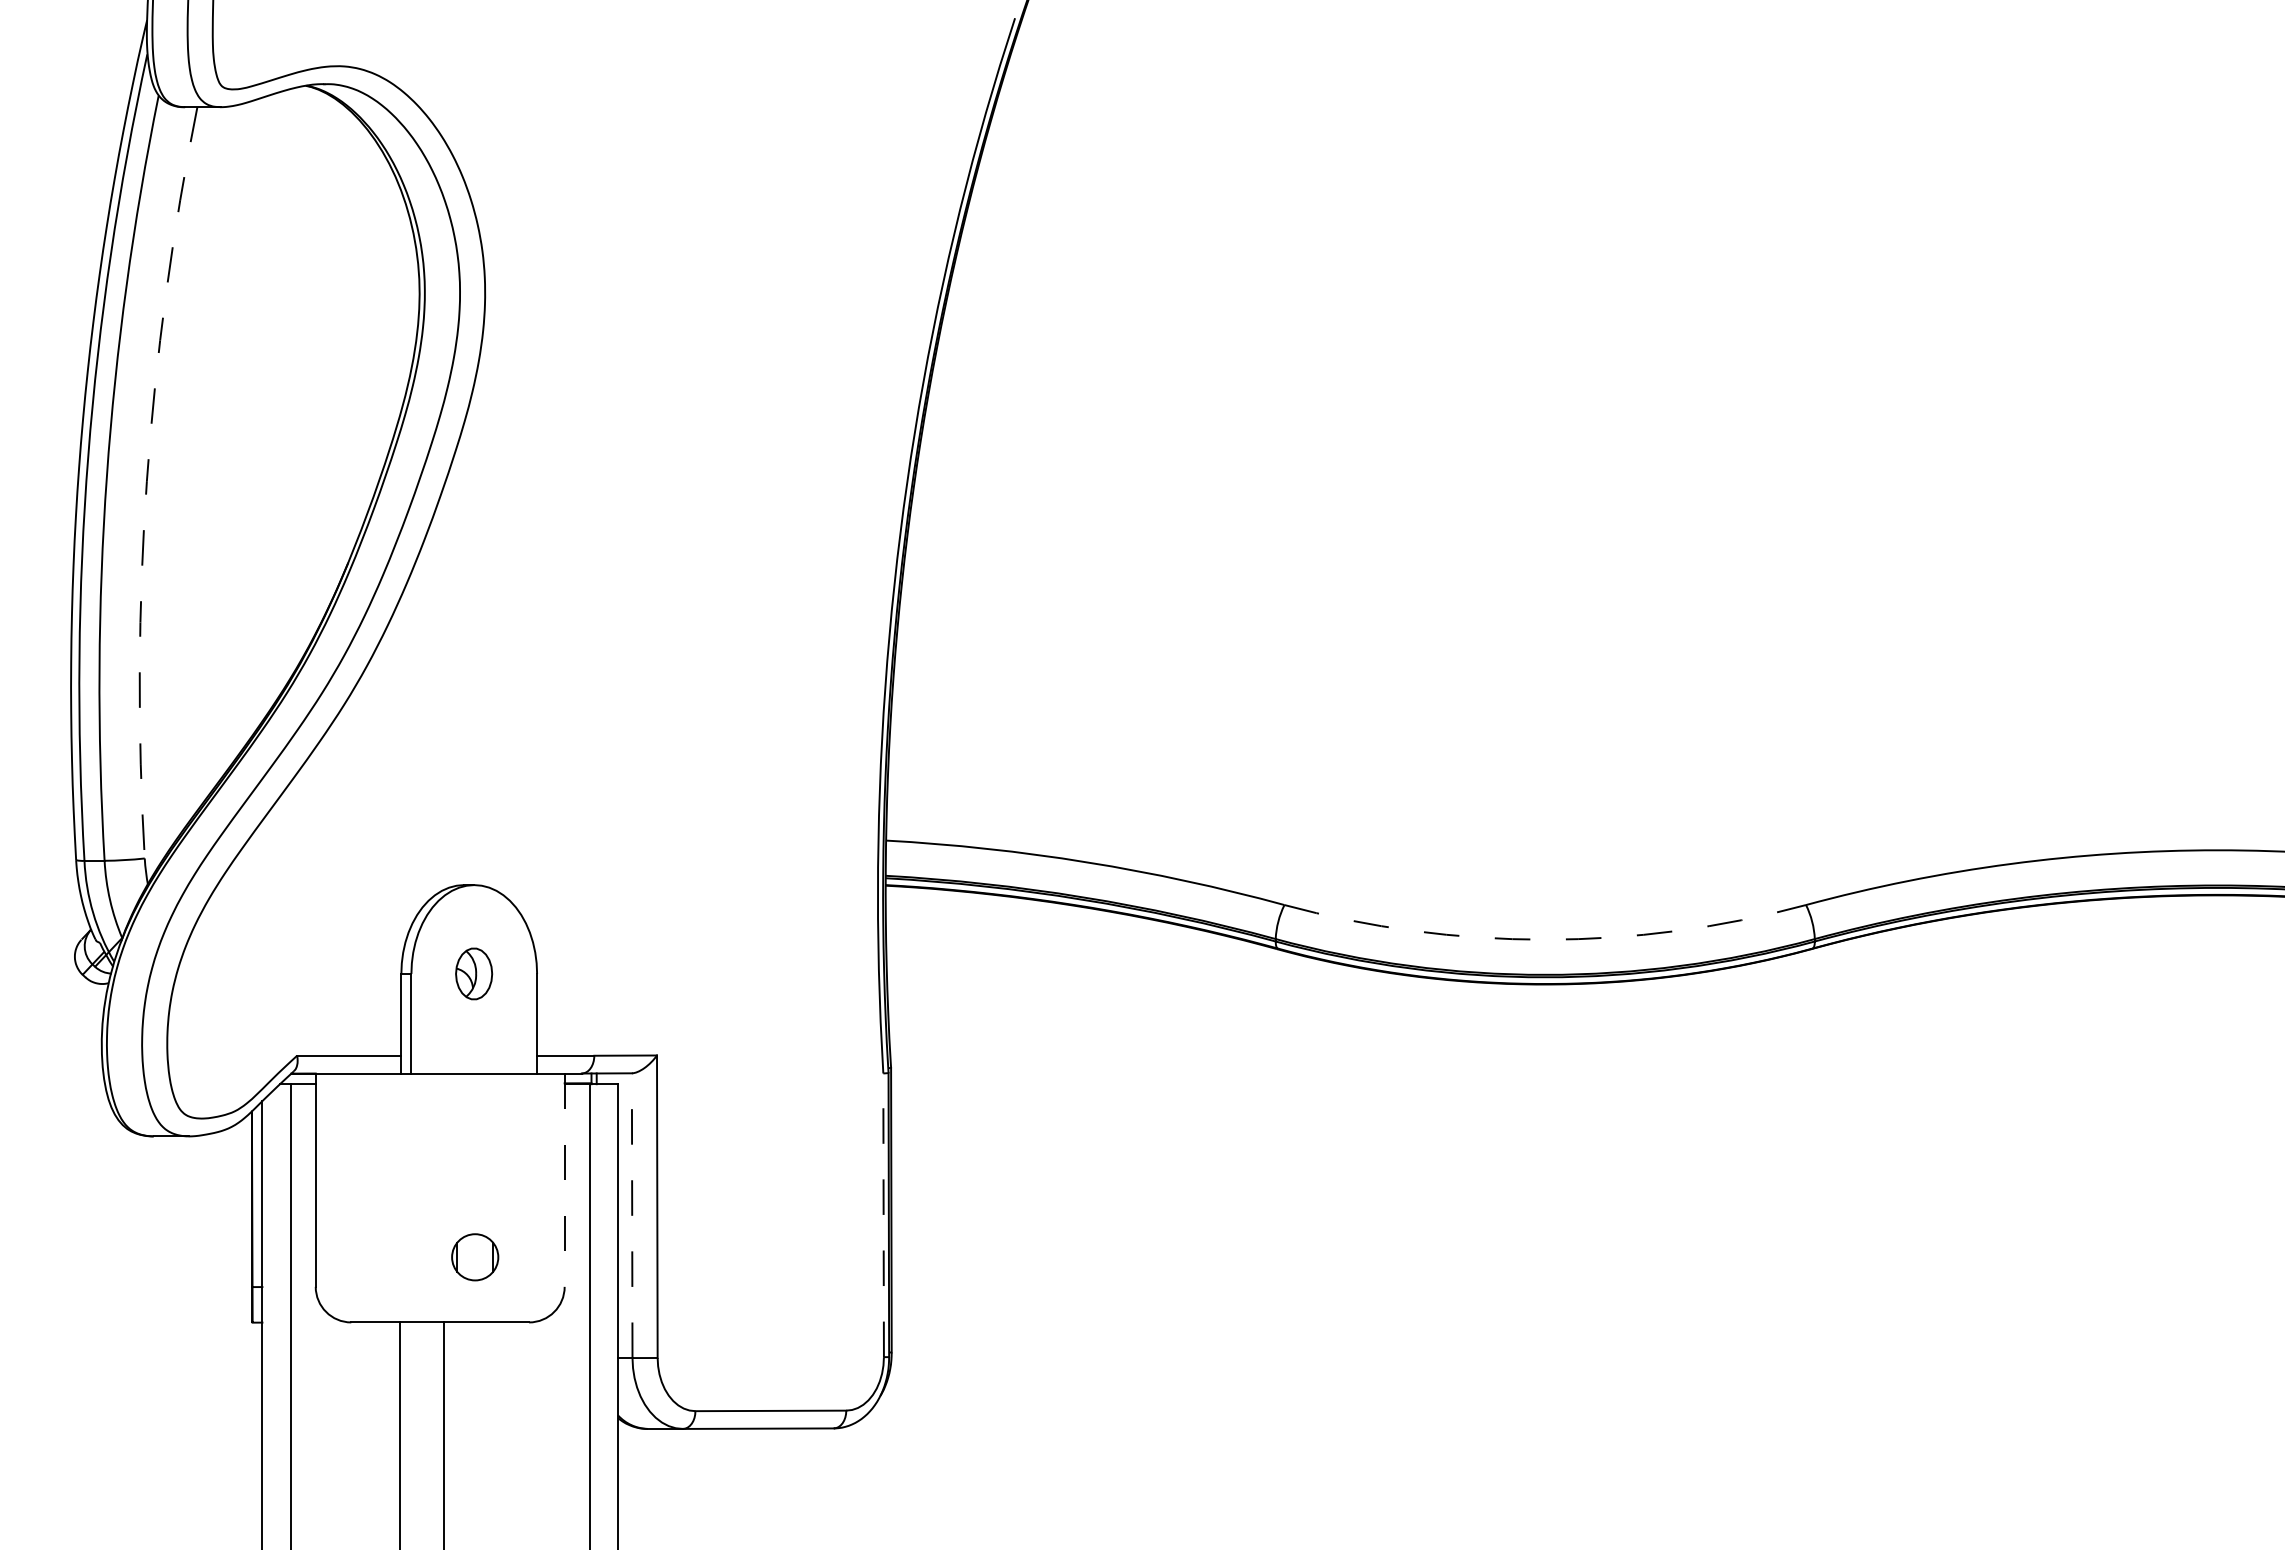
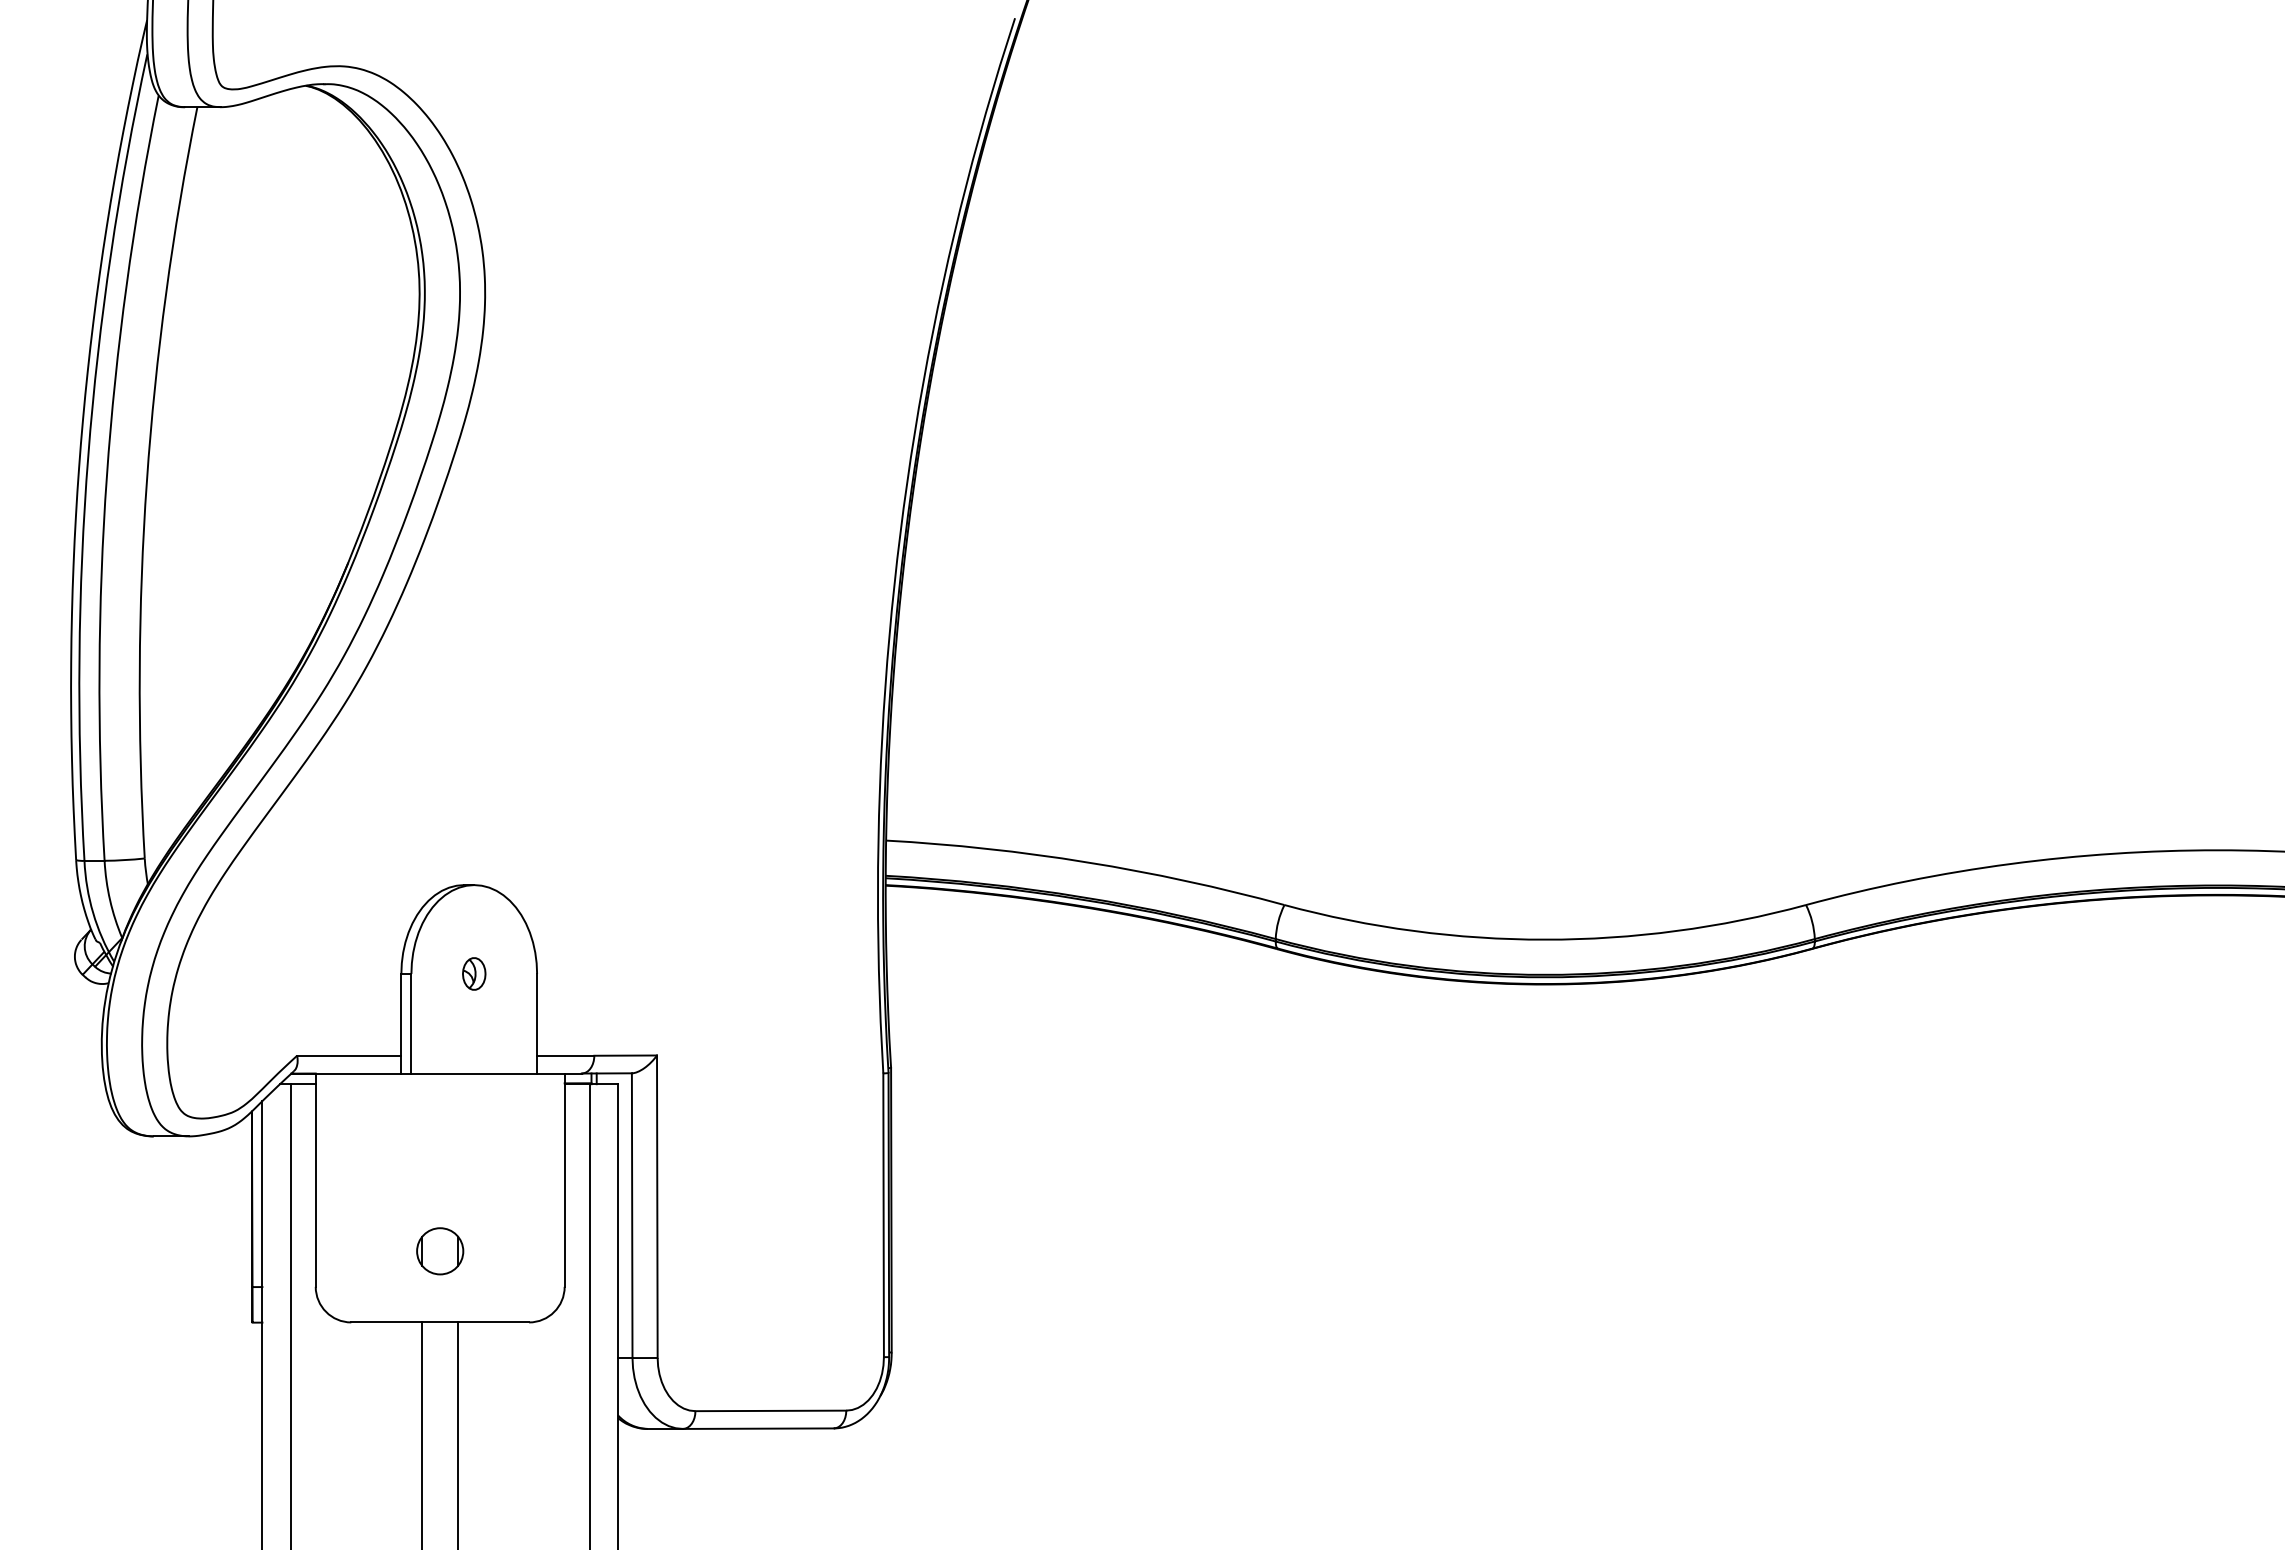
arc at (146, 481): dashed -> solid
arc at (1545, 939): dashed -> solid
part at (474, 973) size: 39x54 px -> 25x34 px
line at (564, 1180): dashed -> solid
line at (632, 1215): dashed -> solid
line at (883, 1215): dashed -> solid
part at (475, 1257) position: (475, 1257) -> (440, 1251)
line at (400, 1434) position: (400, 1434) -> (422, 1434)
line at (443, 1434) position: (443, 1434) -> (457, 1434)
